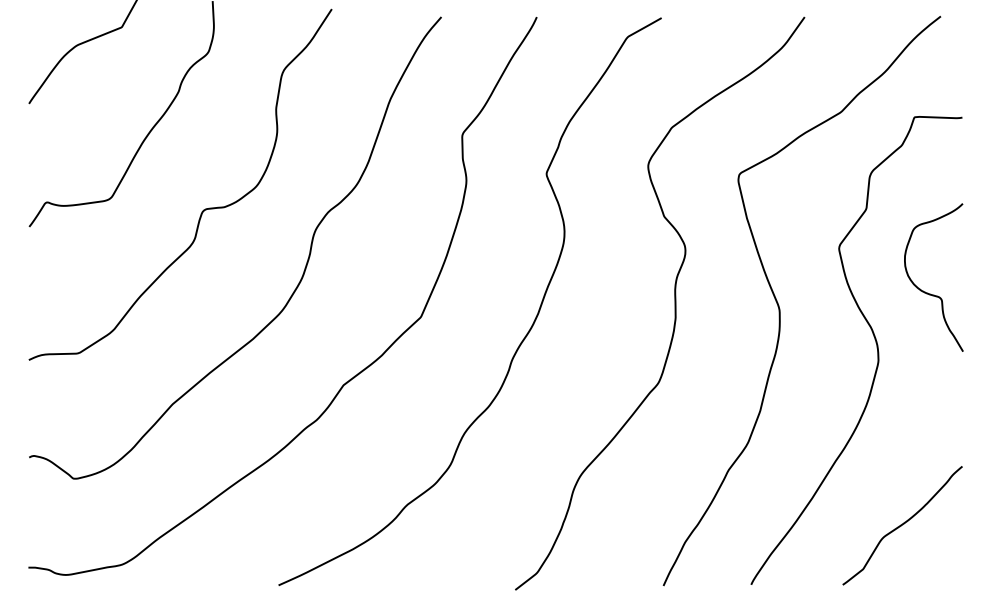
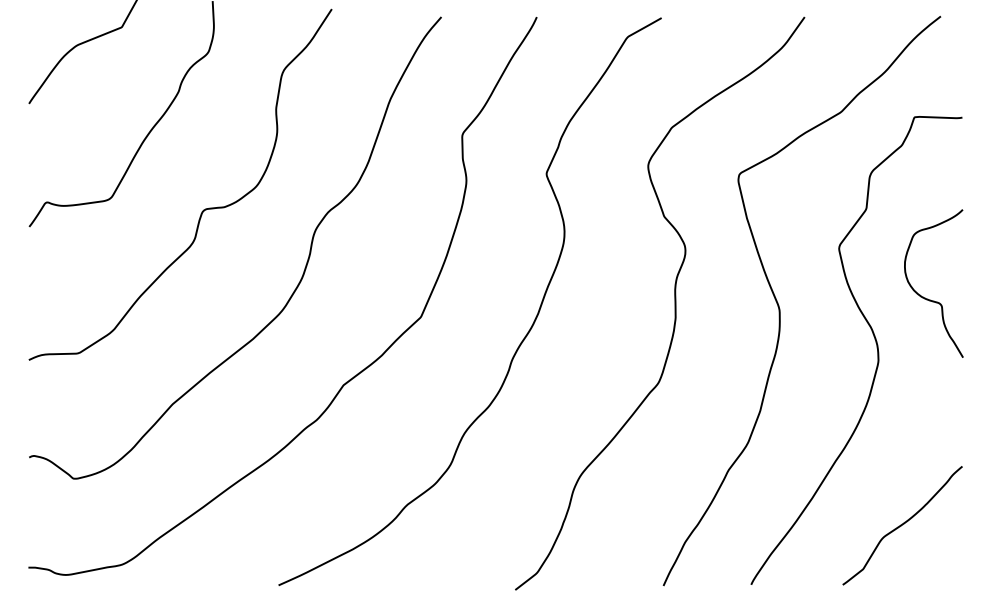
curve at (925, 291) position: (925, 291) -> (925, 297)
